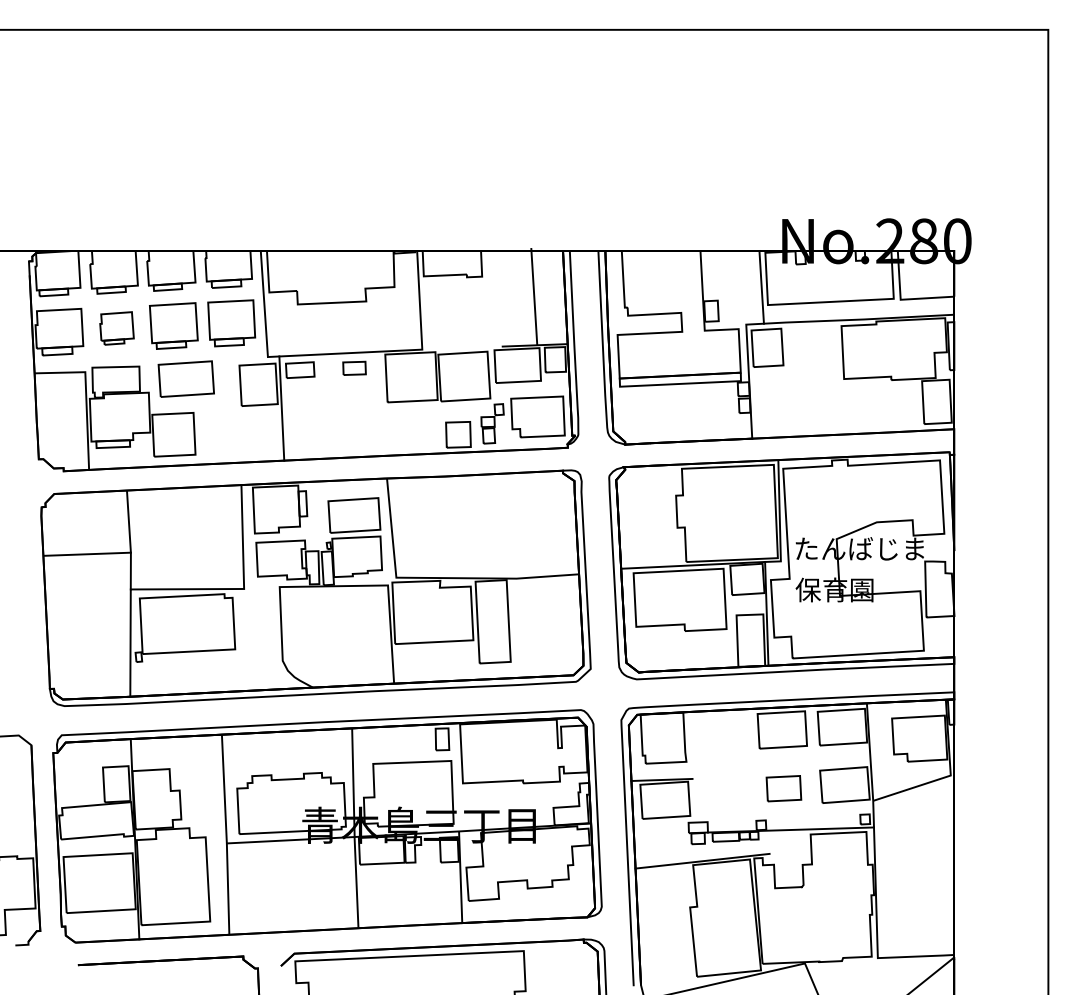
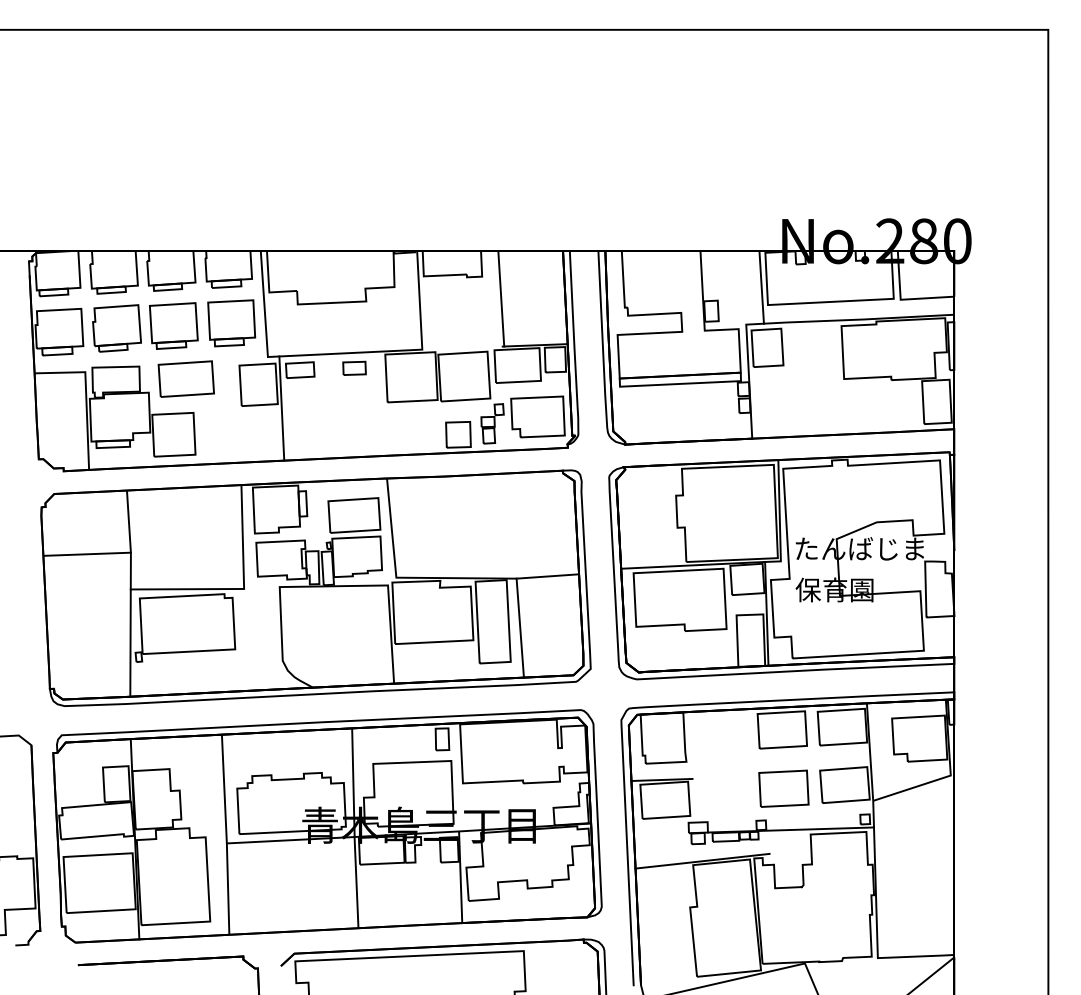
line at (534, 296) position: (534, 296) -> (501, 298)
part at (116, 328) size: 36x35 px -> 50x49 px
line at (519, 627): none -> present
part at (783, 788) size: 38x28 px -> 52x39 px
